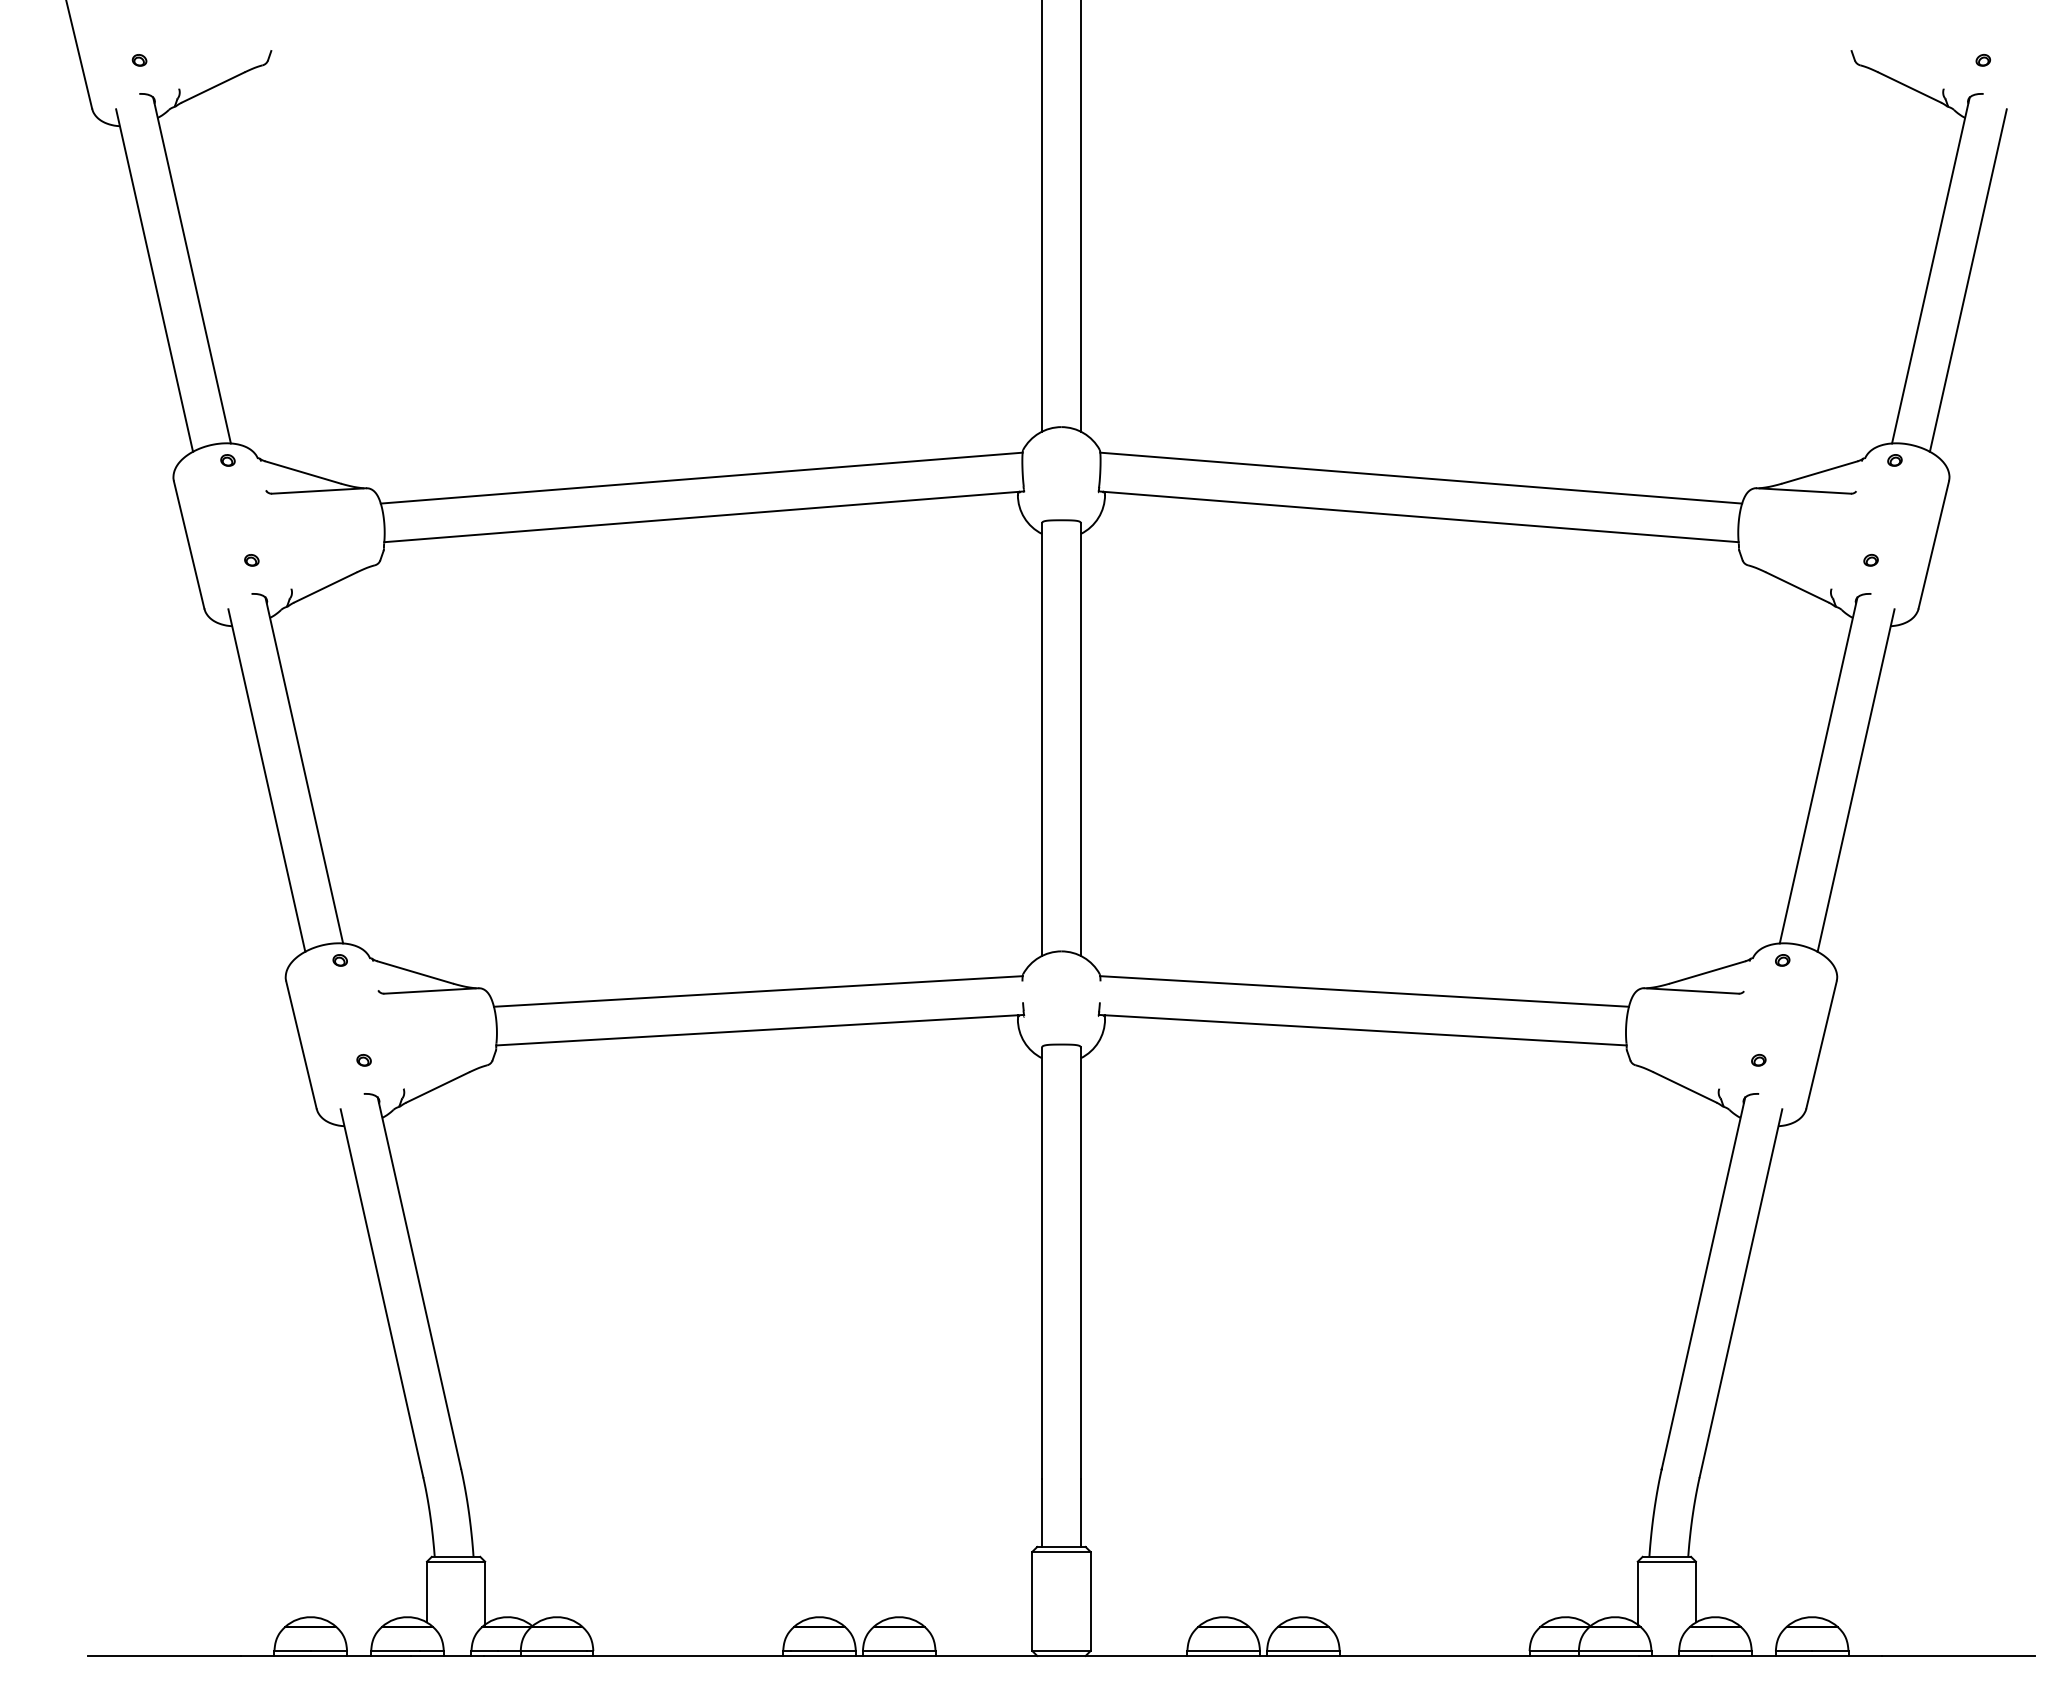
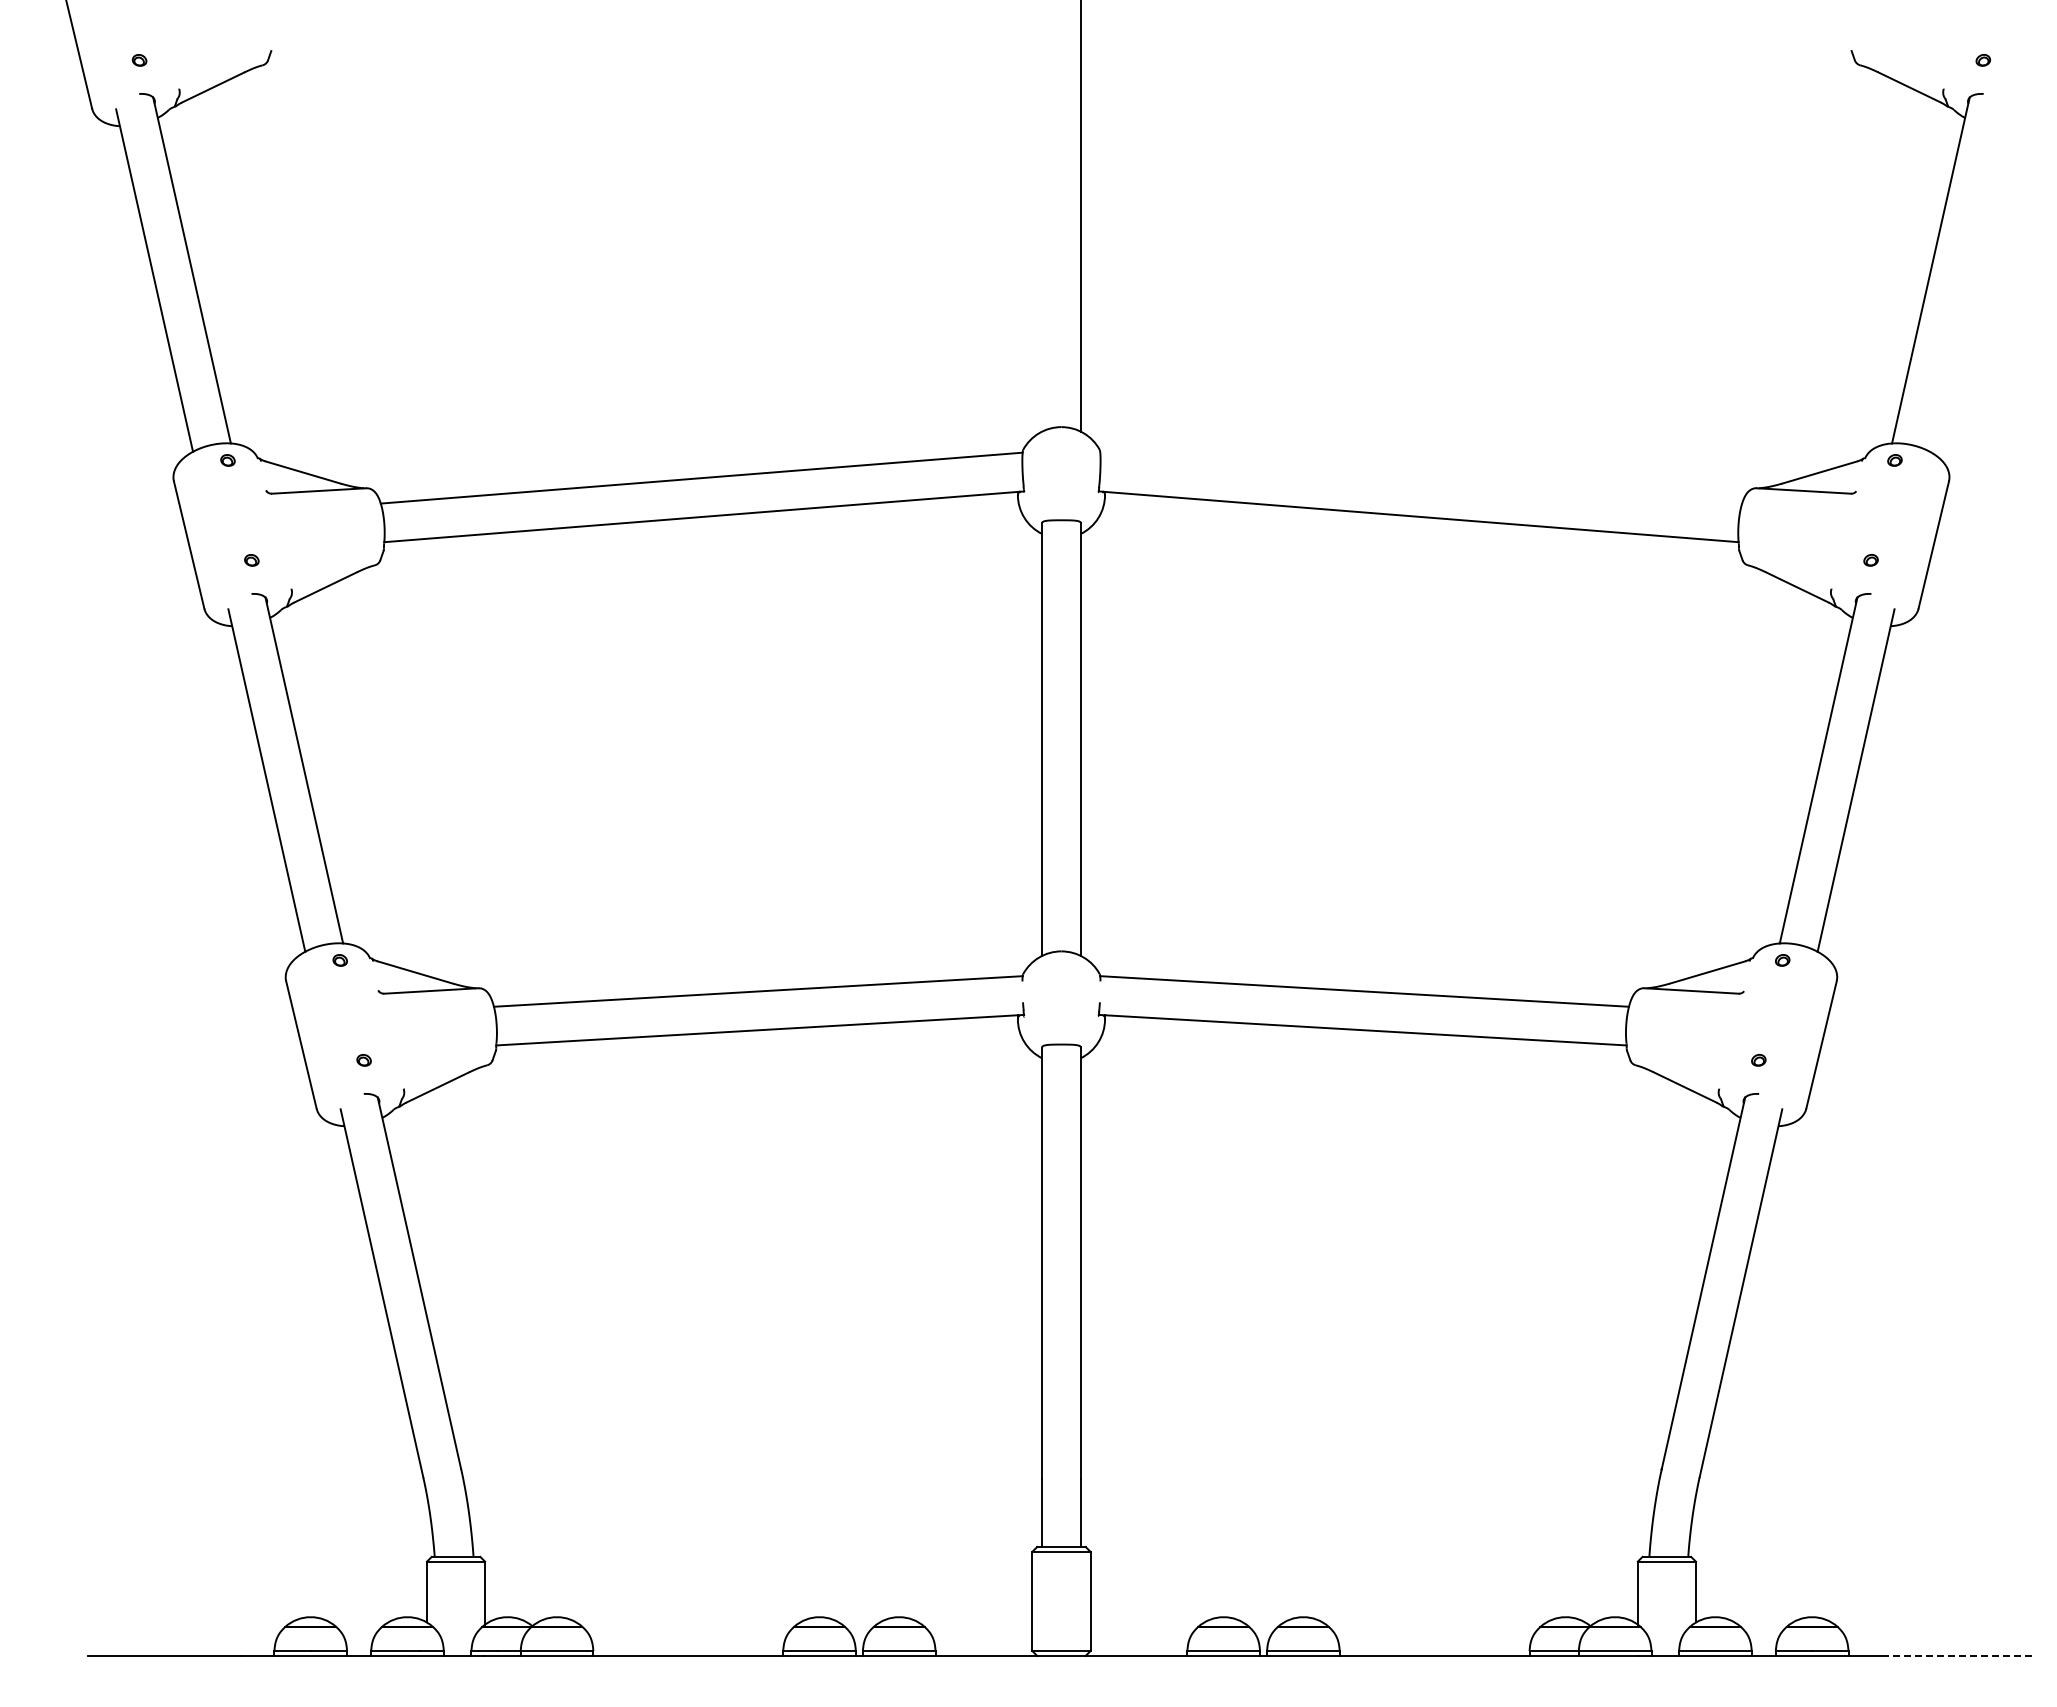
line at (1042, 216): present -> none
line at (1967, 280): present -> none
line at (1421, 477): present -> none
line at (1958, 1655): solid -> dashed
